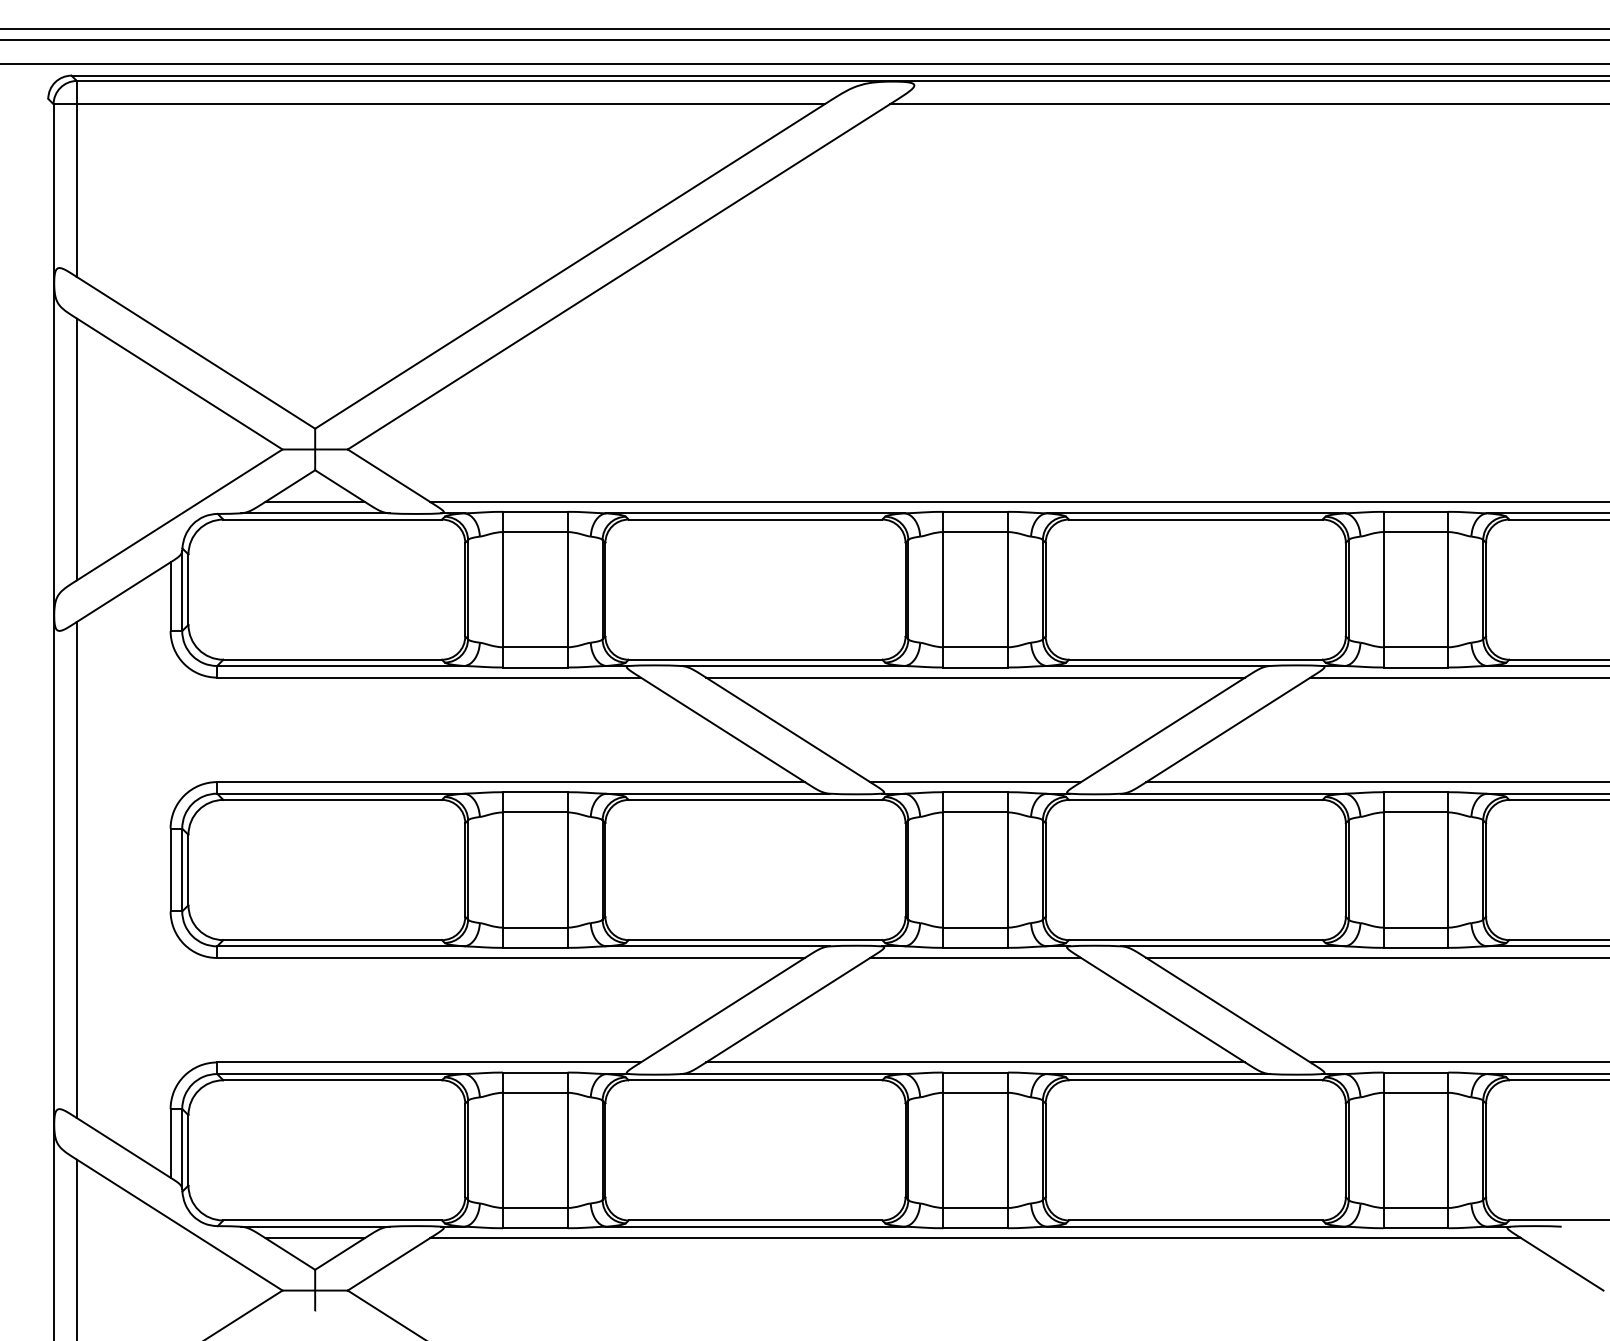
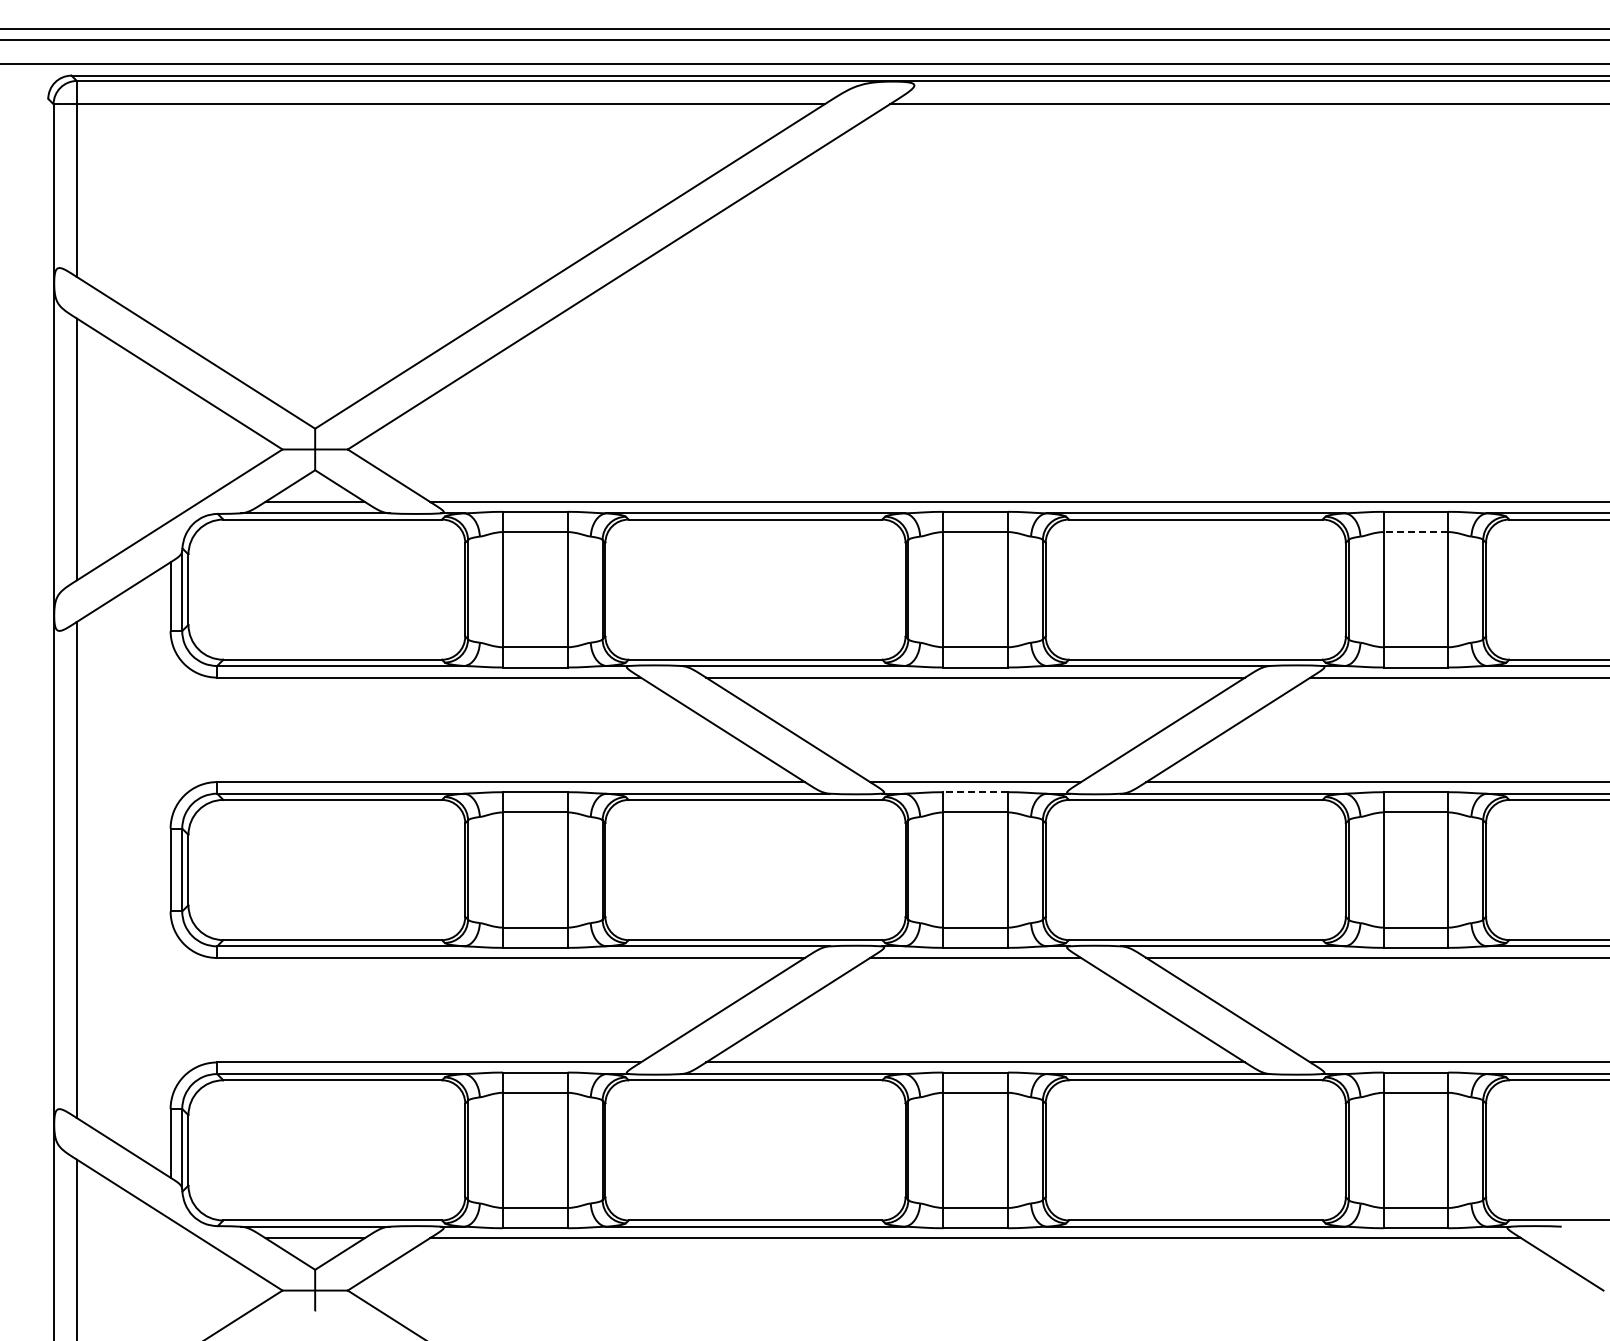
line at (1415, 532): solid -> dashed
line at (975, 792): solid -> dashed
